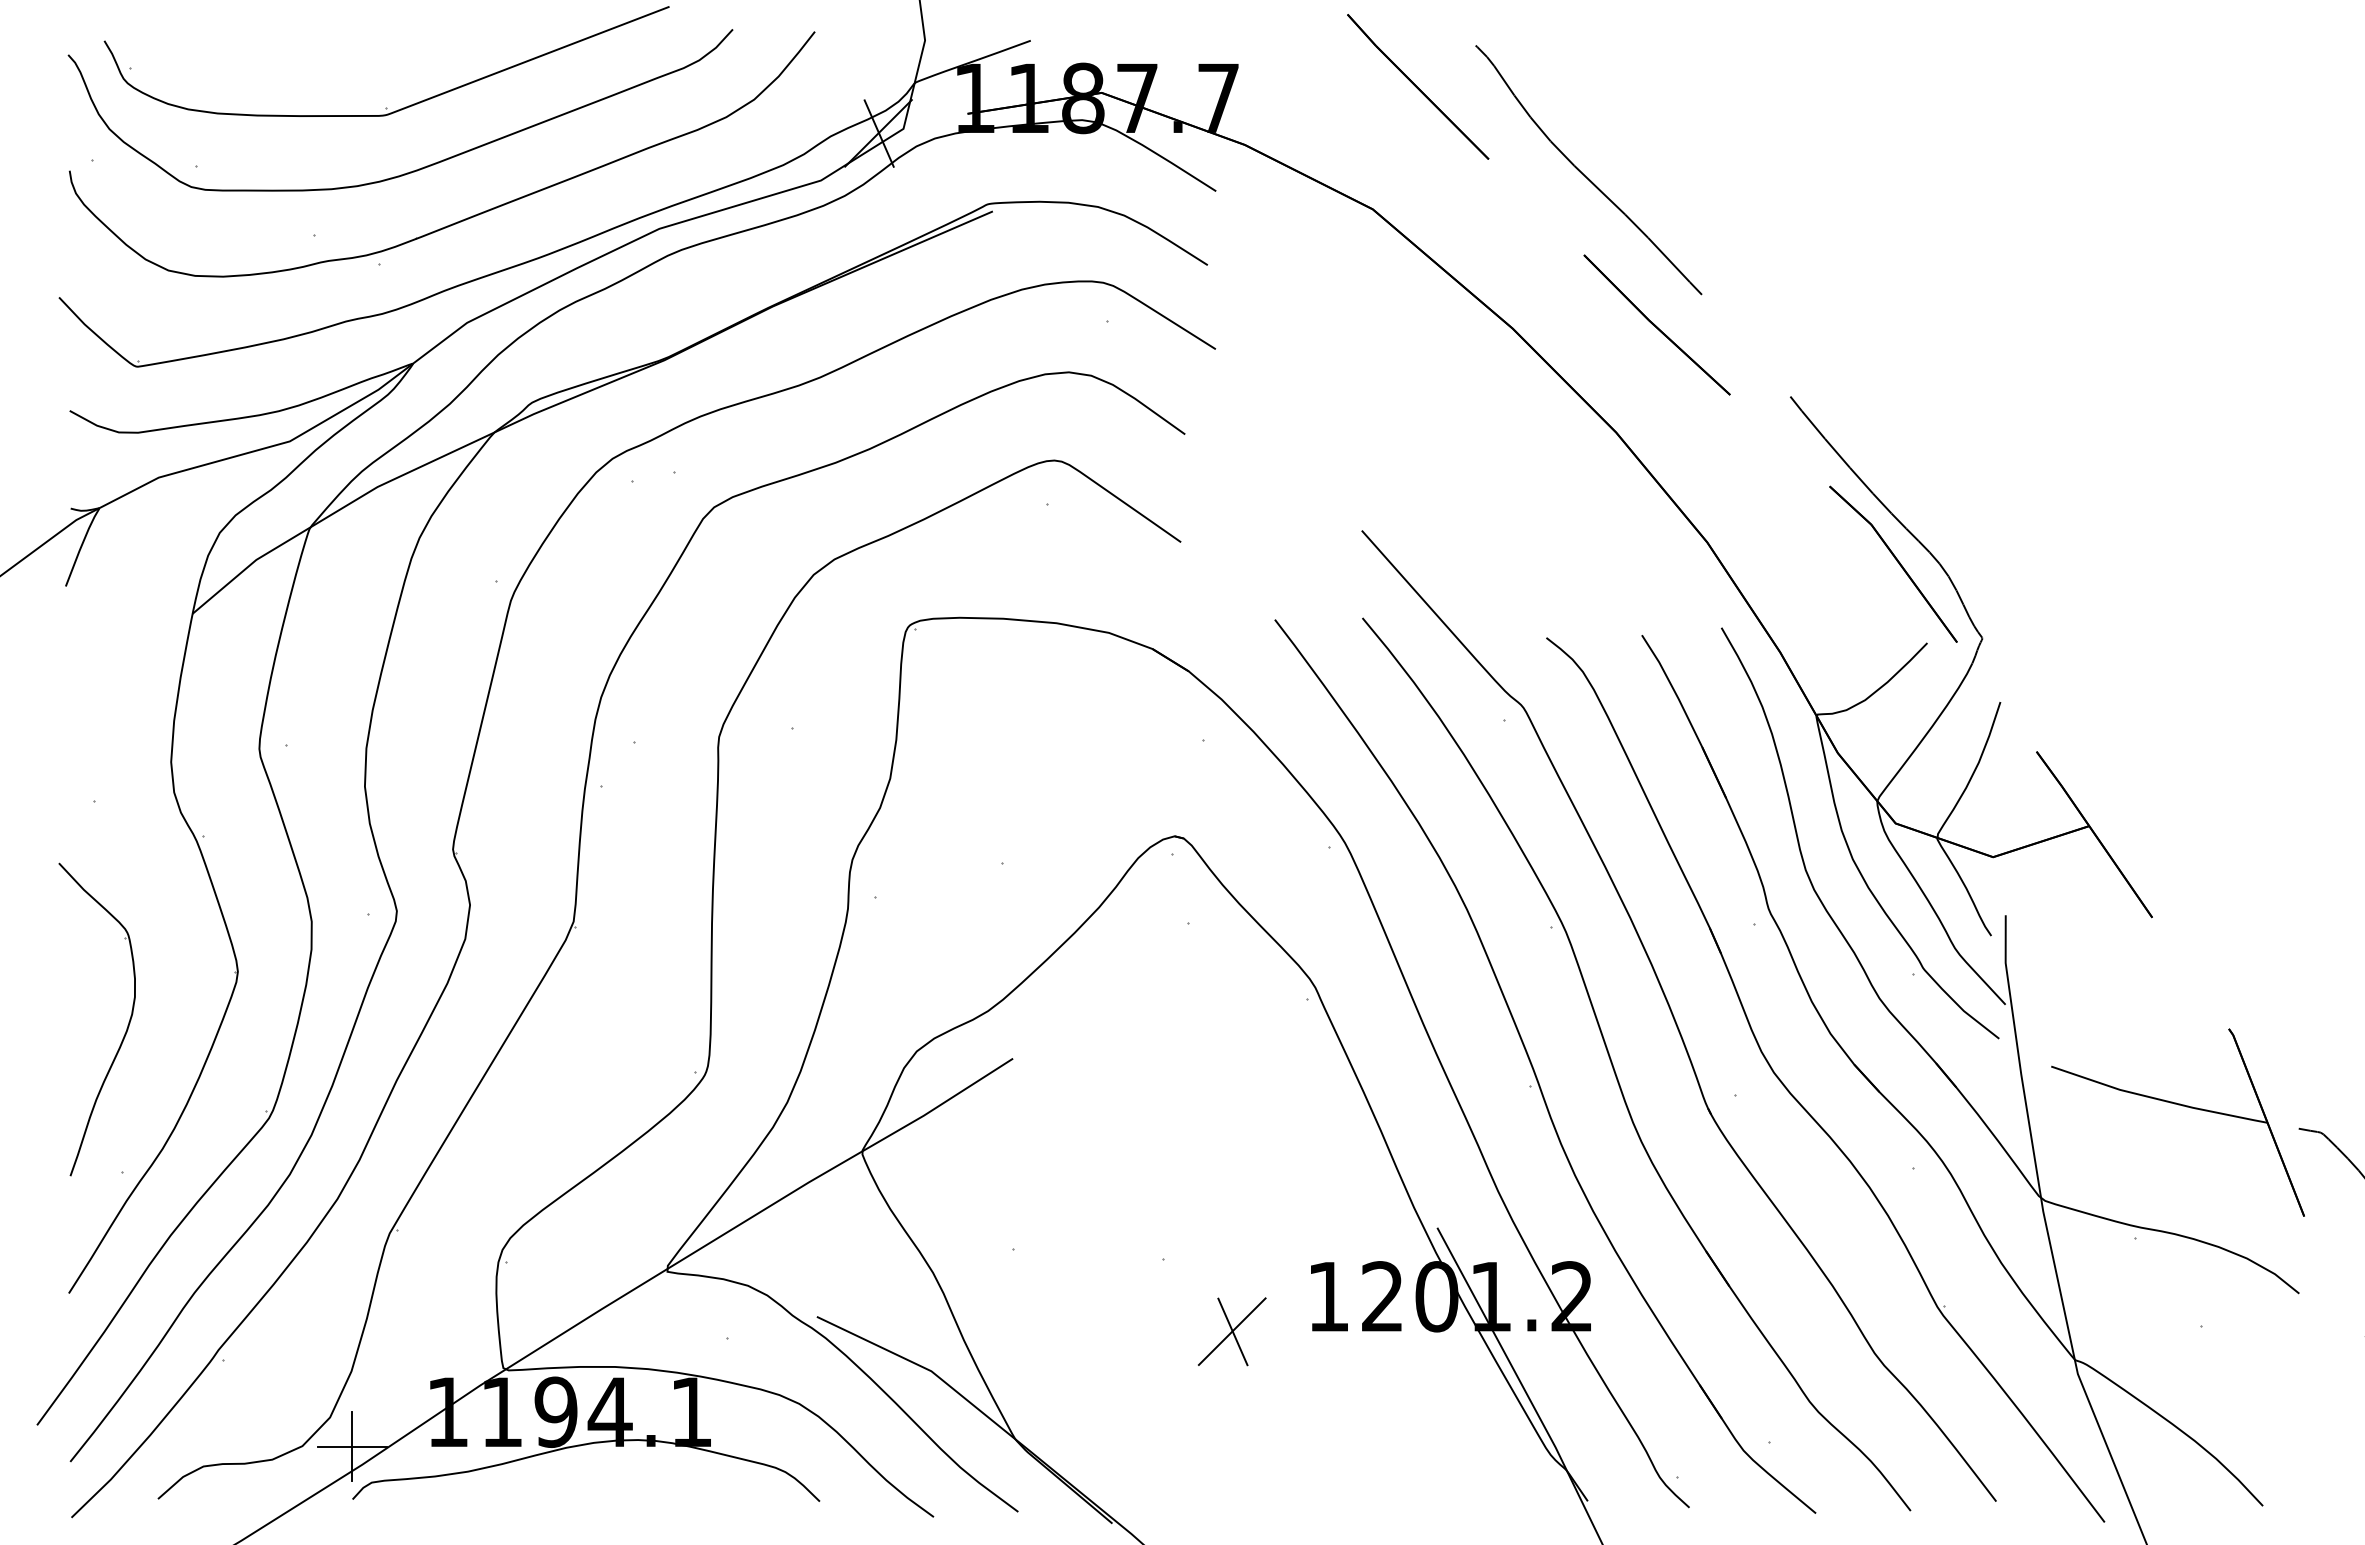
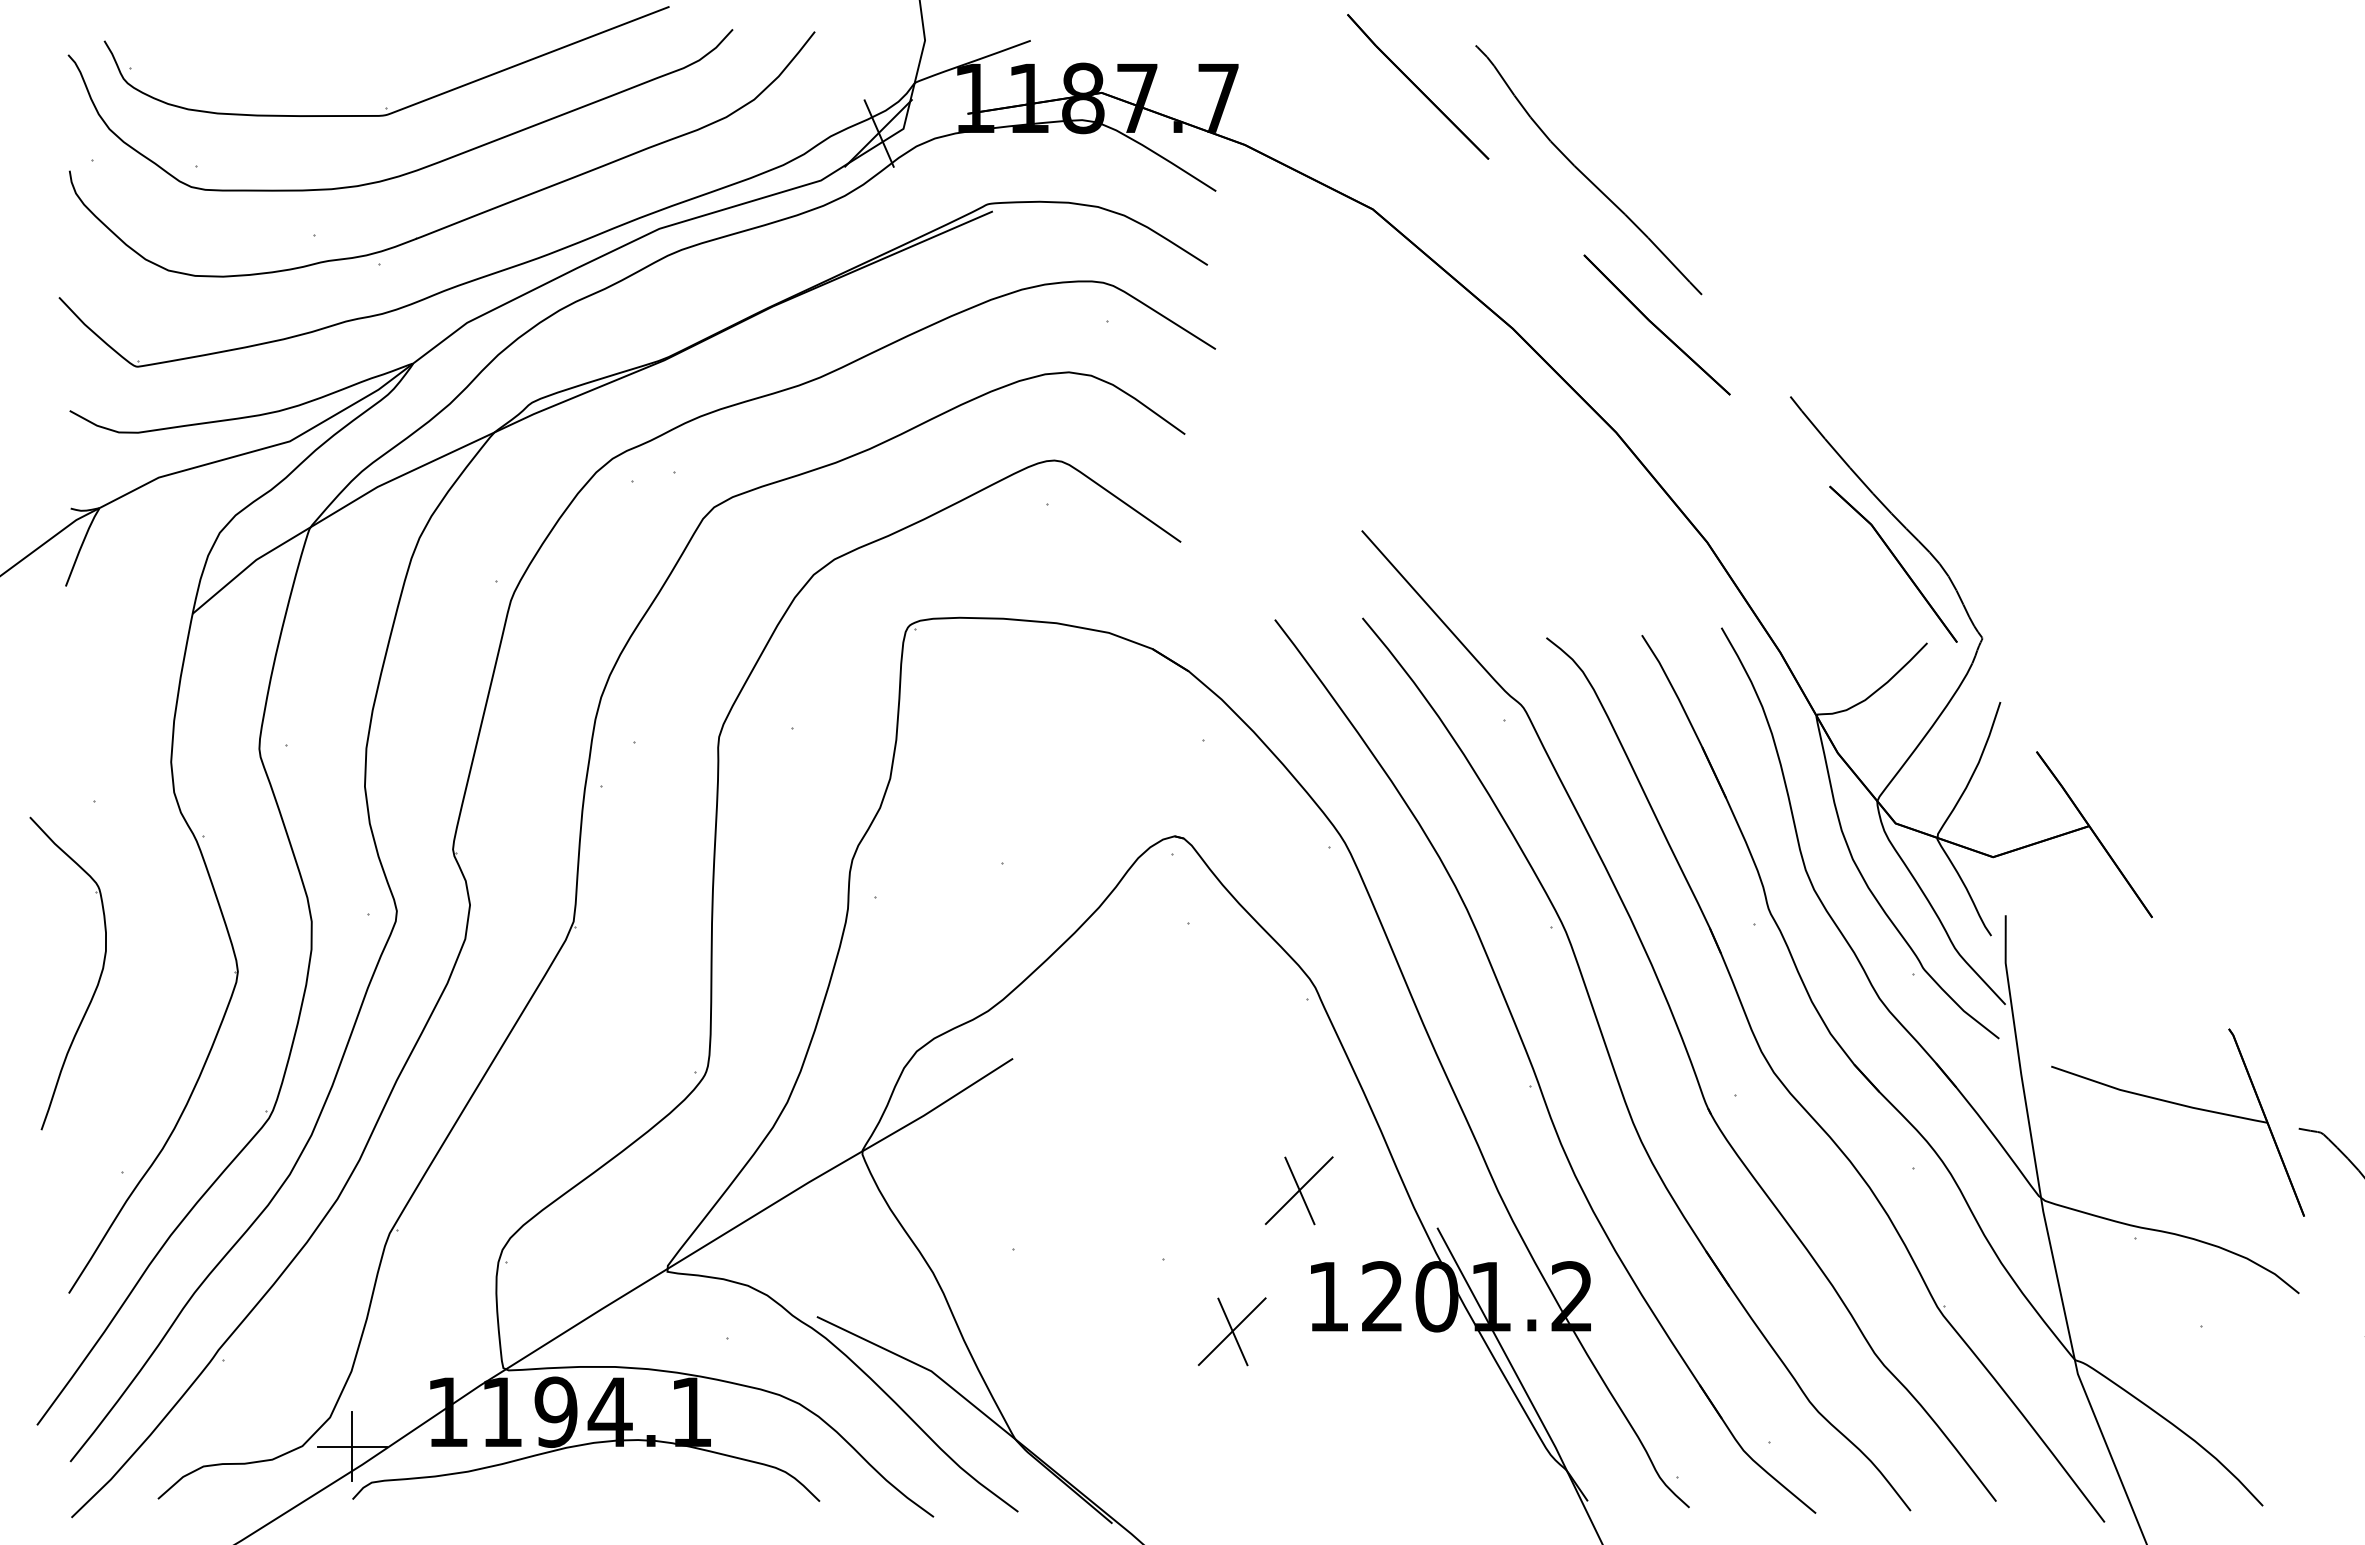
part at (124, 1033) position: (124, 1033) -> (95, 987)
part at (1299, 1190): none -> present
